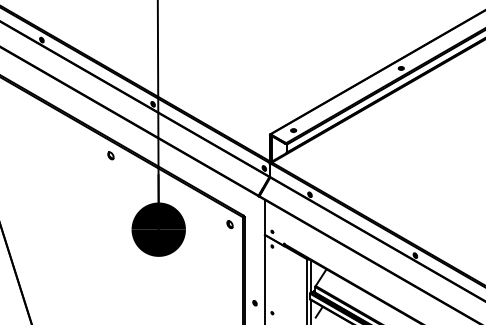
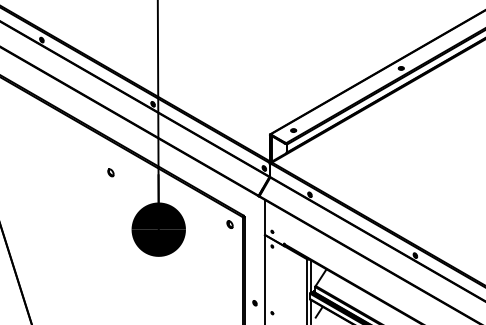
part at (110, 155) position: (110, 155) -> (110, 172)
